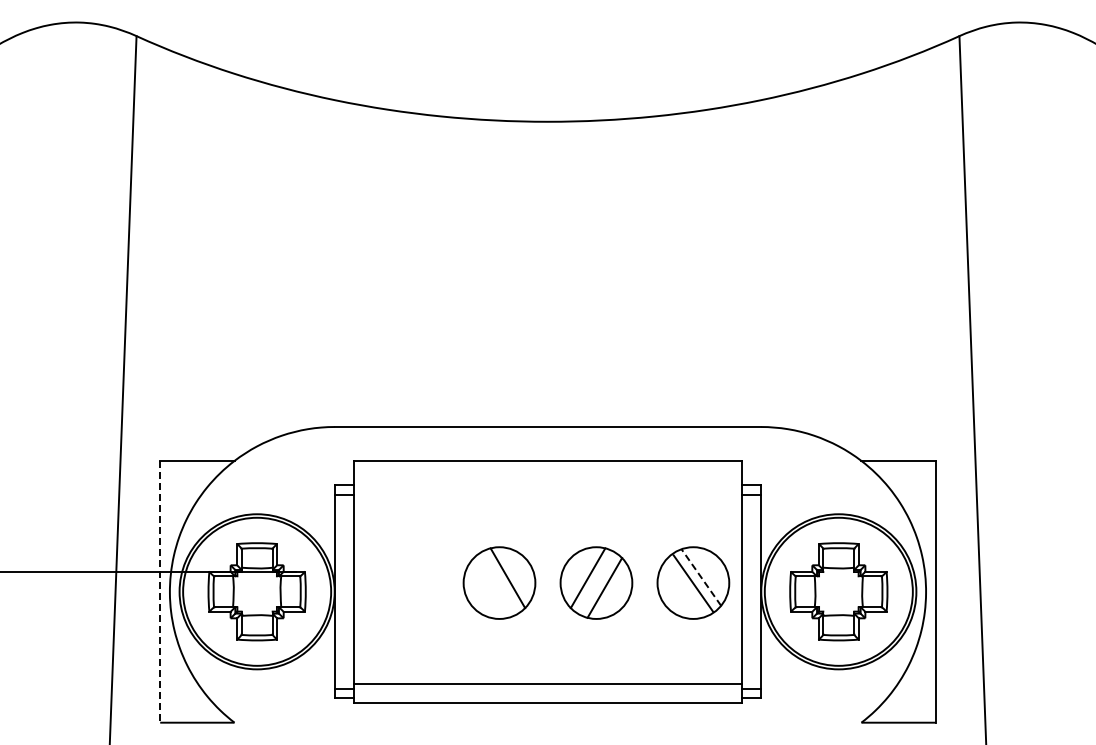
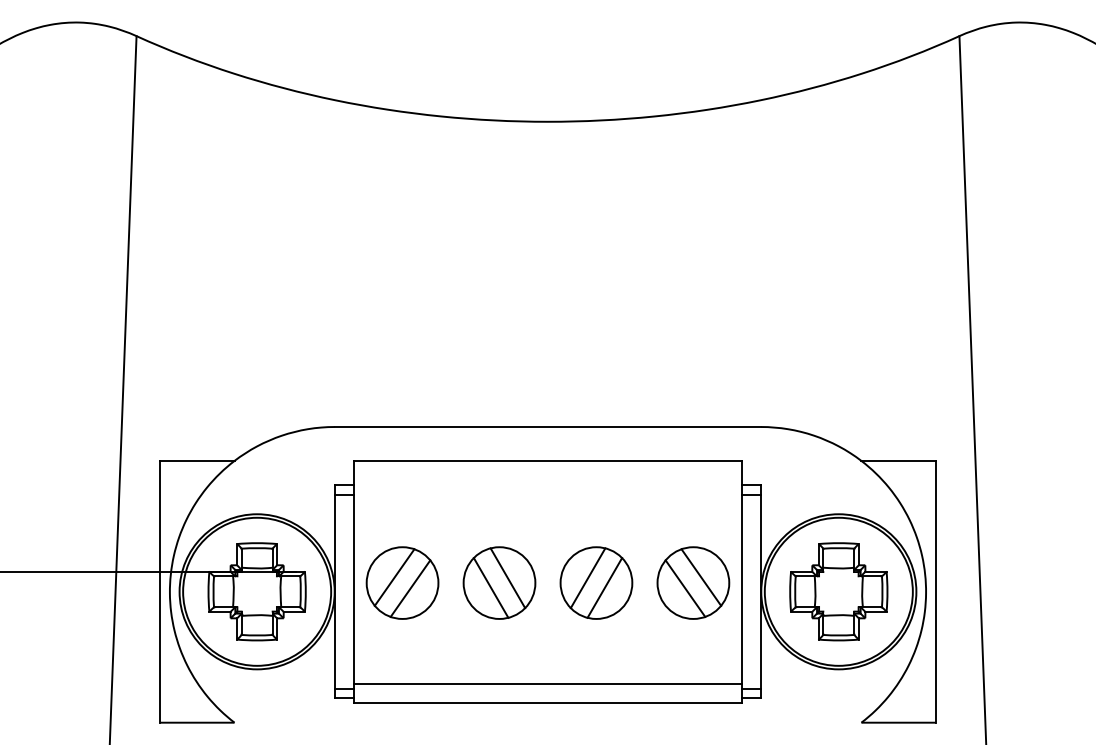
line at (701, 577): dashed -> solid
part at (402, 582): none -> present
line at (693, 583) position: (693, 583) -> (685, 588)
line at (490, 587): none -> present
line at (160, 591): dashed -> solid
